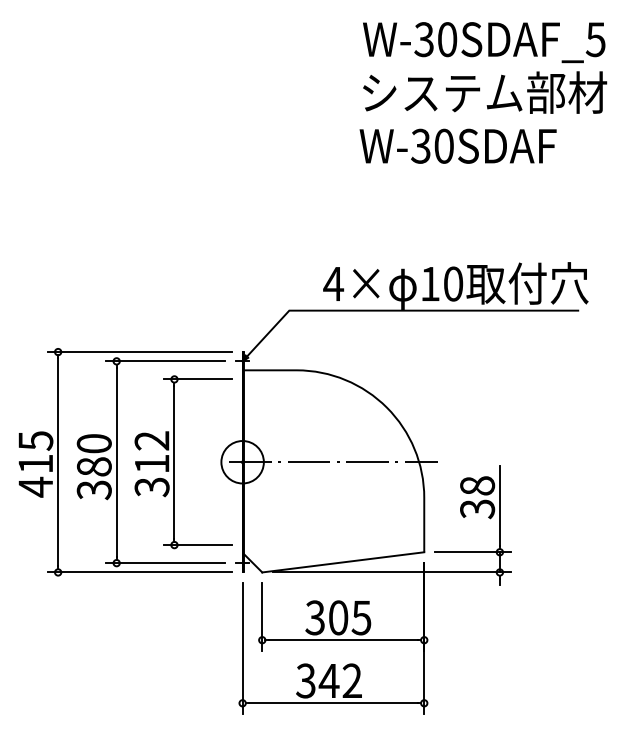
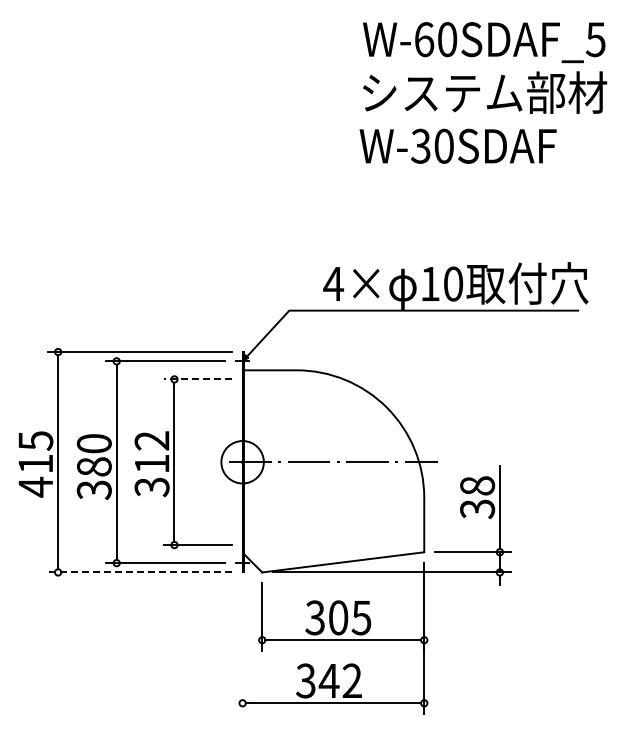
text at (424, 39): W-30SDAF_5 -> W-60SDAF_5
line at (197, 379): solid -> dashed
line at (139, 572): solid -> dashed
line at (242, 648): present -> none
